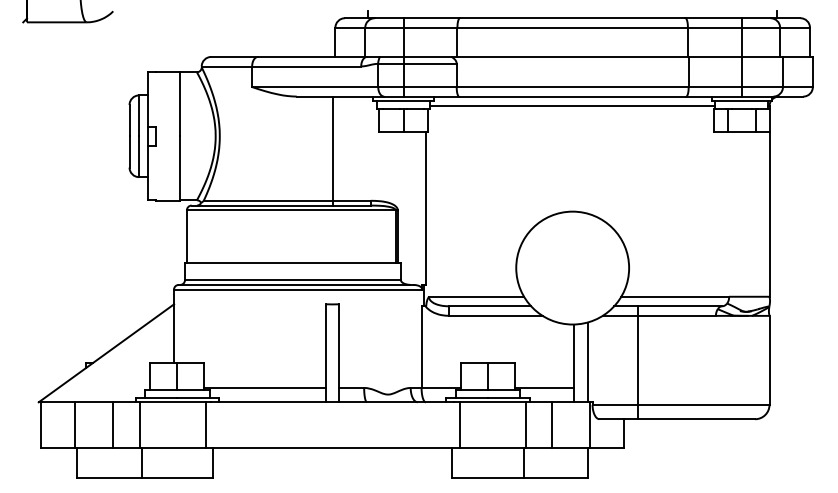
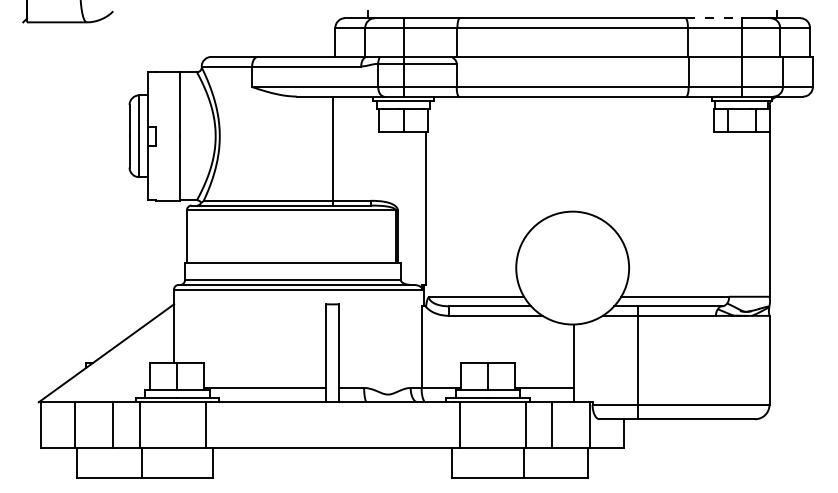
line at (714, 18): solid -> dashed
line at (572, 106): present -> none
line at (587, 362): present -> none
